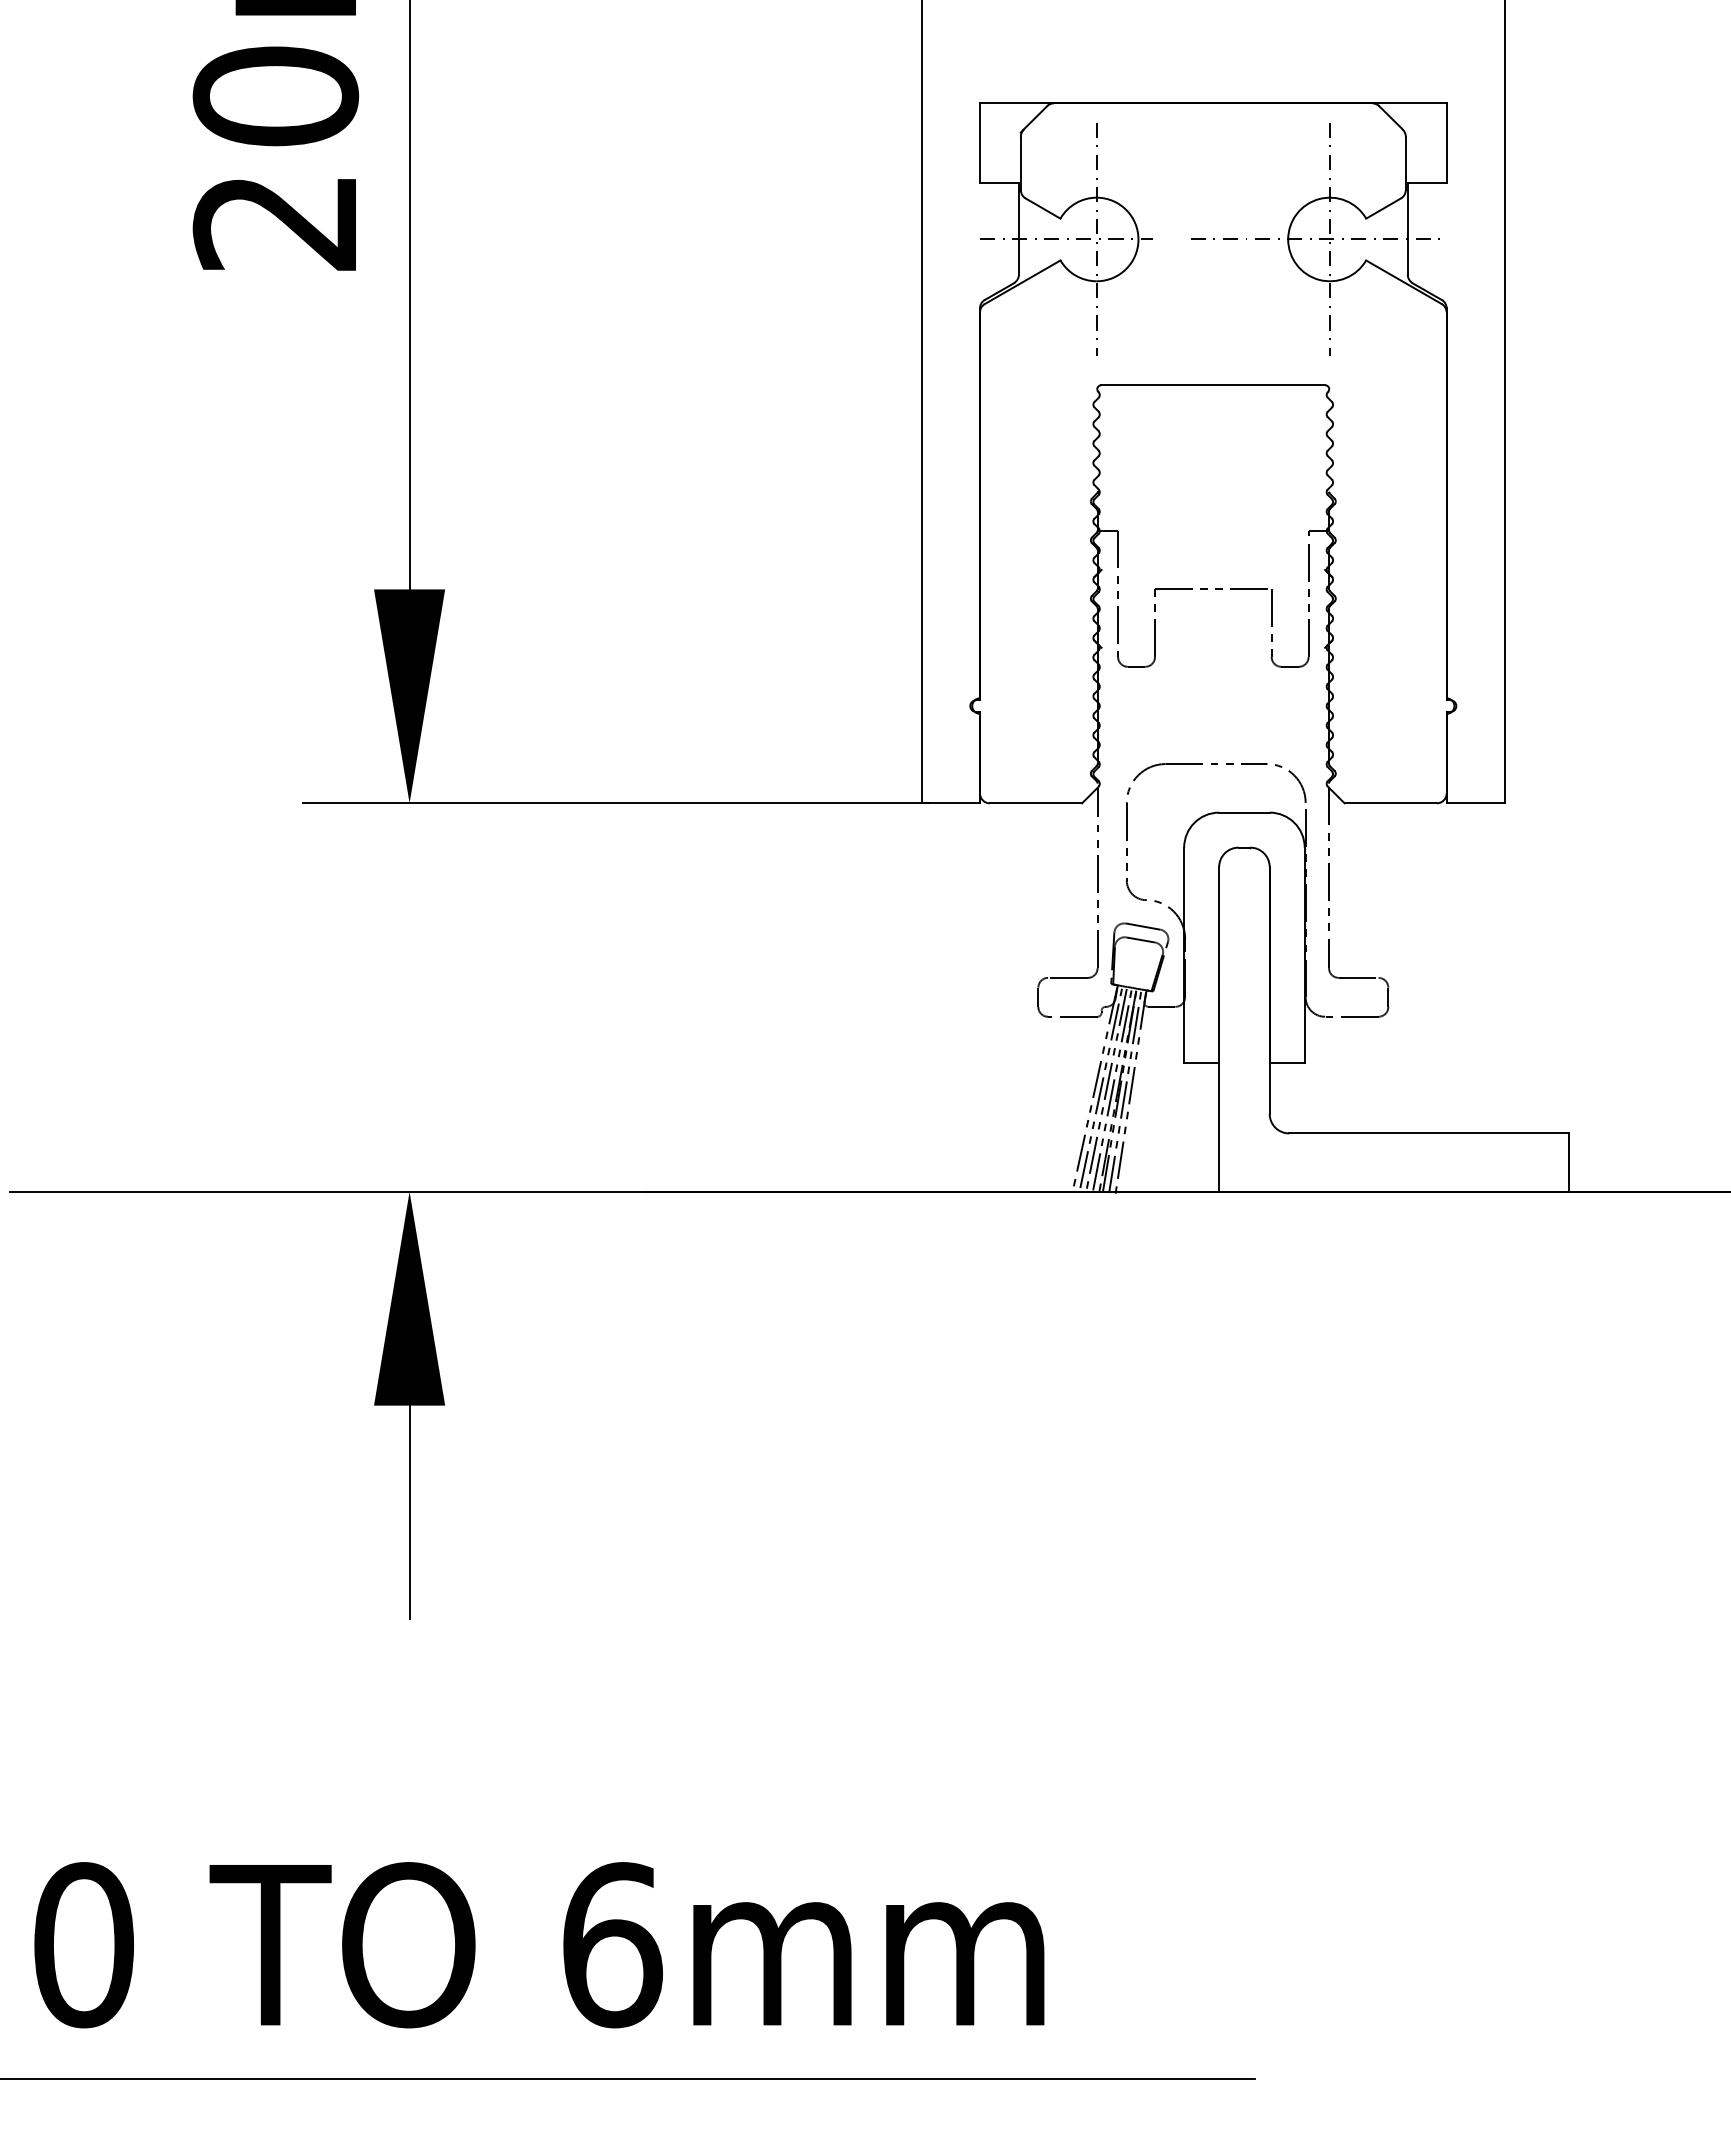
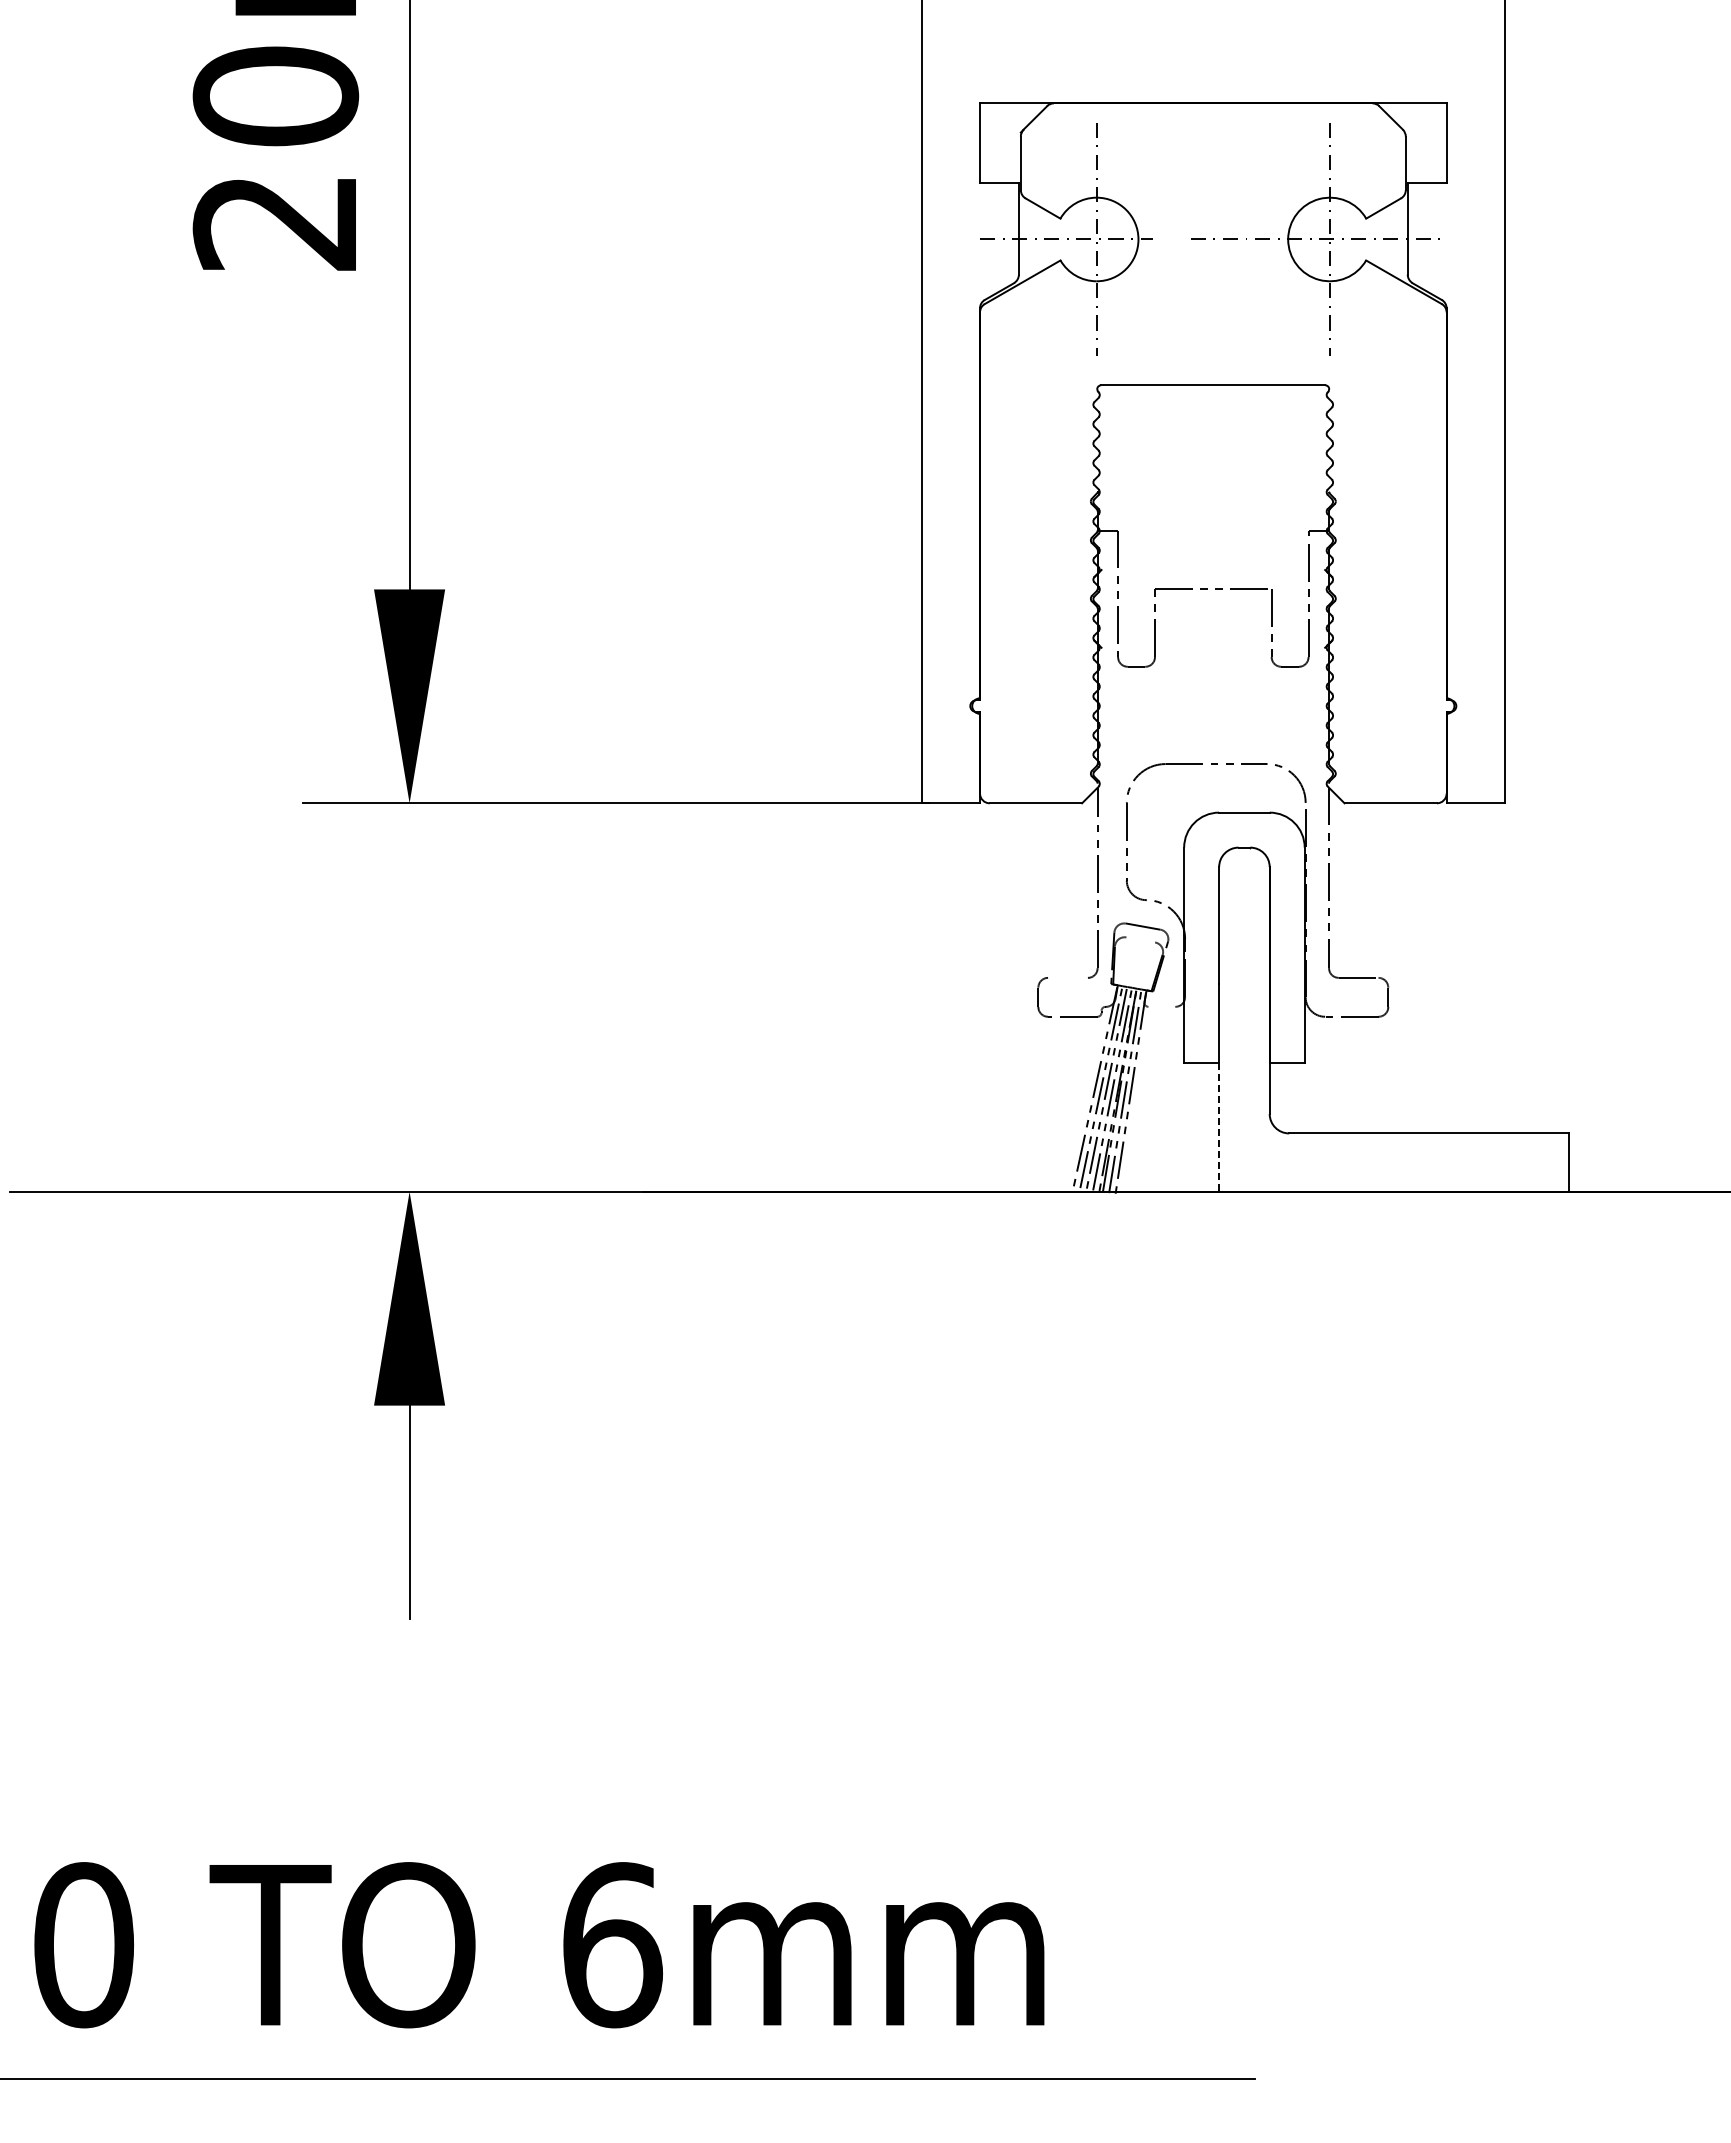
line at (1140, 939): present -> none
line at (1067, 977): present -> none
line at (1161, 1006): present -> none
line at (1219, 1128): solid -> dashed
